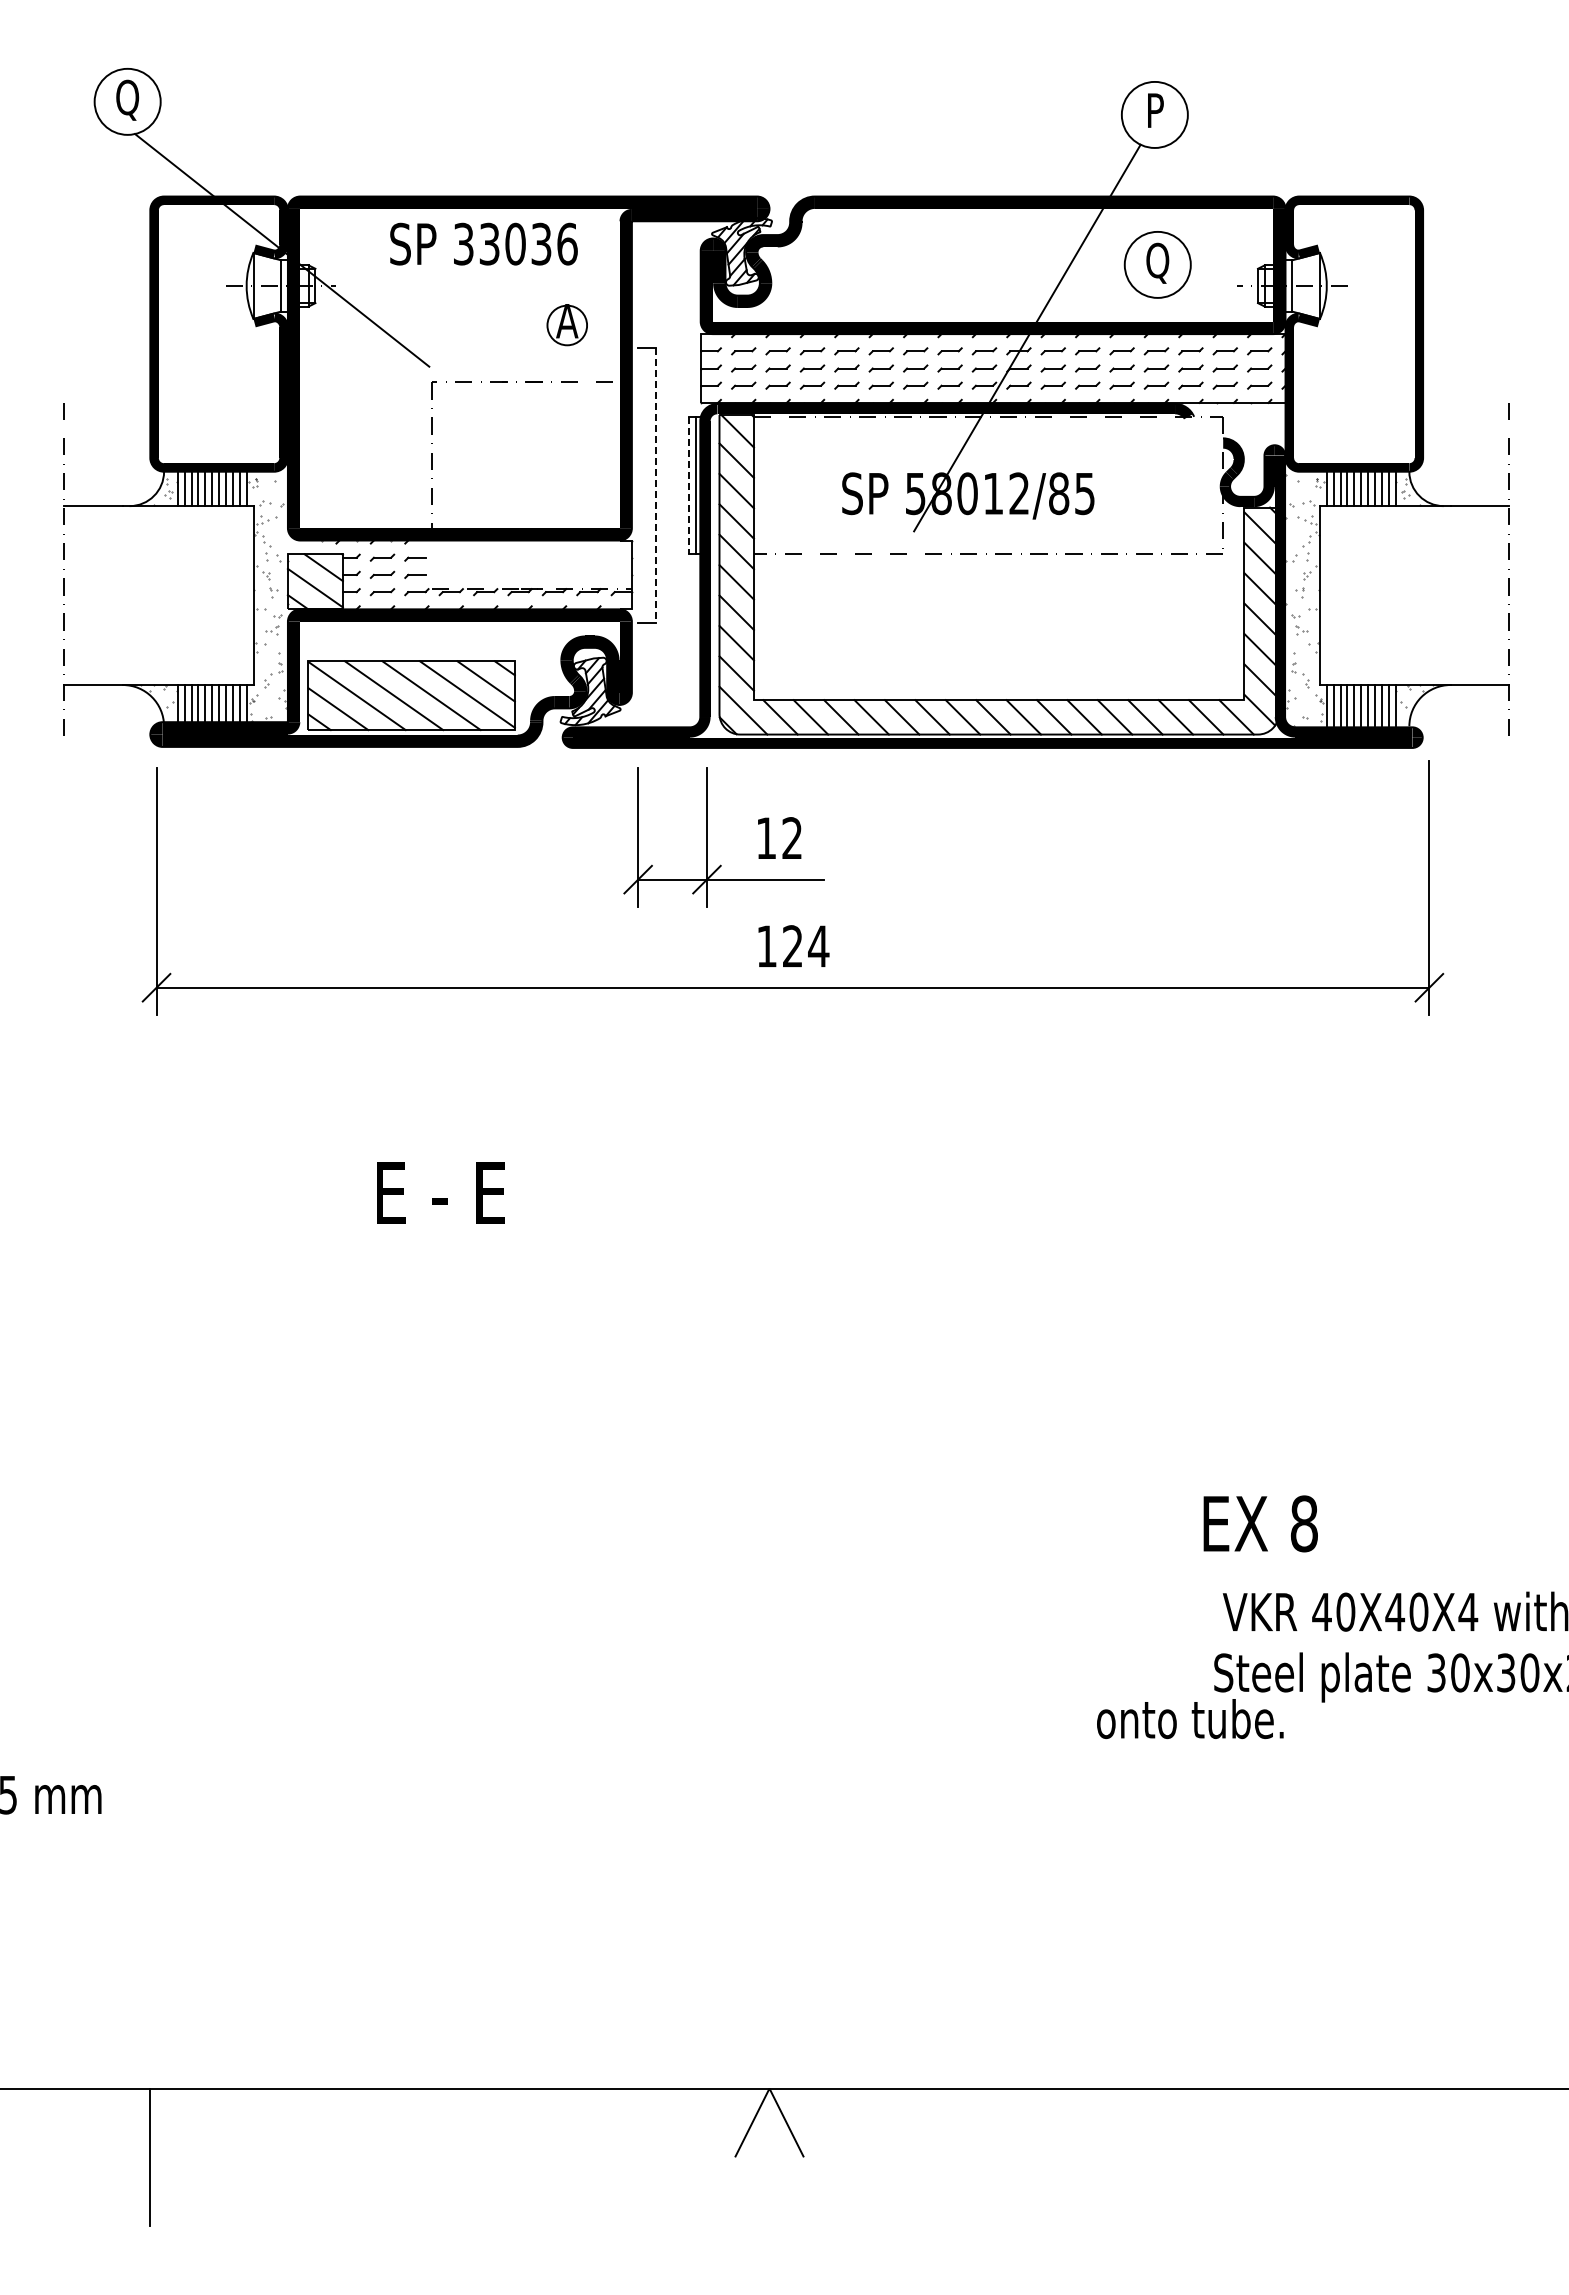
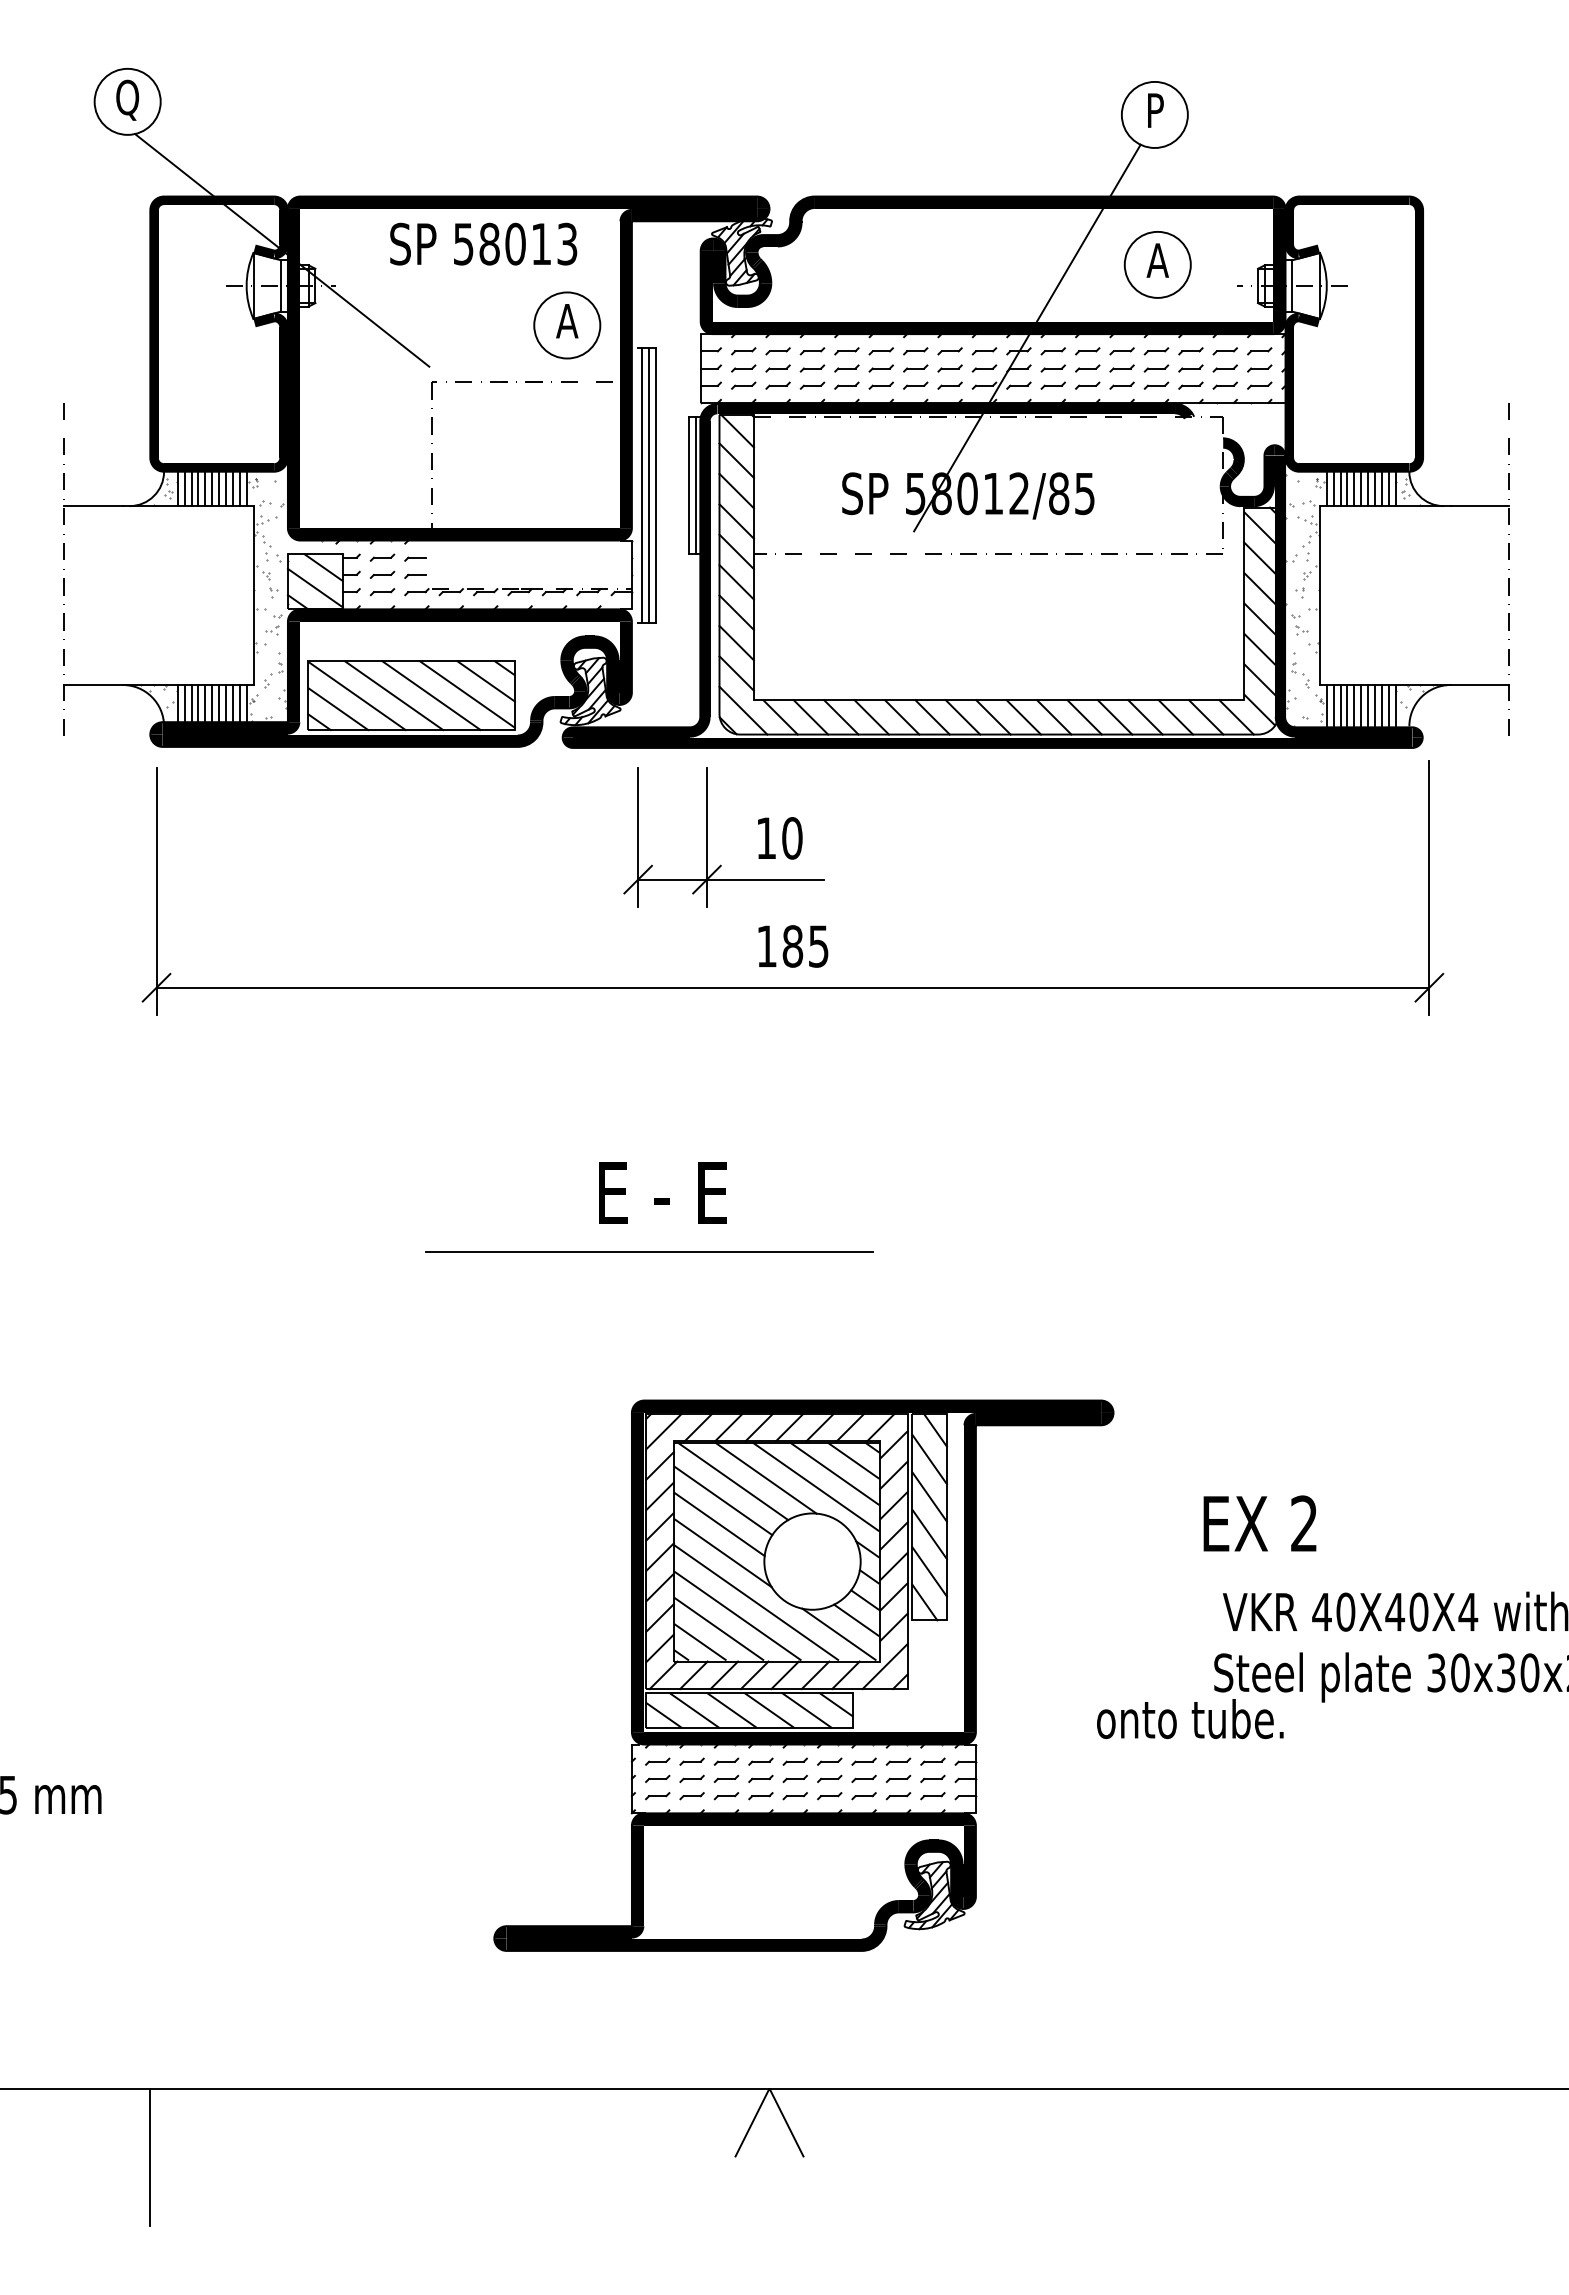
text at (515, 243): 33036 -> 58013
text at (1157, 262): Q -> A
circle at (567, 325) diameter: 40 px -> 66 px
line at (642, 485): none -> present
line at (648, 485): none -> present
line at (655, 485): dashed -> solid
line at (689, 485): dashed -> solid
text at (792, 838): 12 -> 10
text at (805, 946): 124 -> 185
text at (440, 1192) position: (440, 1192) -> (662, 1192)
line at (648, 1252): none -> present
text at (1303, 1523): 8 -> 2
part at (803, 1675): none -> present
